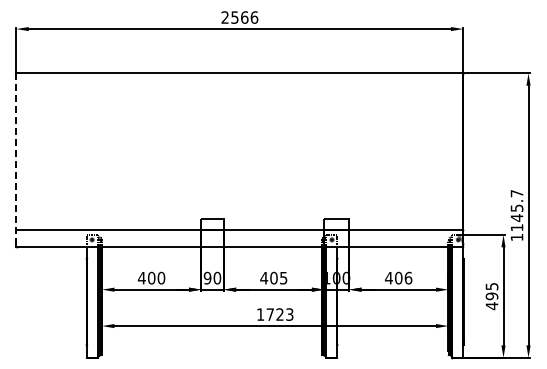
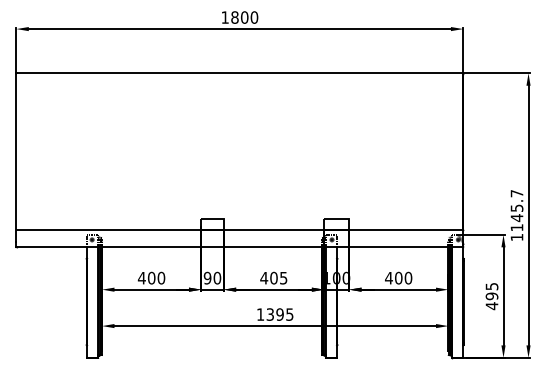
text at (239, 17): 2566 -> 1800
line at (16, 158): dashed -> solid
text at (408, 277): 406 -> 400
text at (279, 314): 1723 -> 1395
